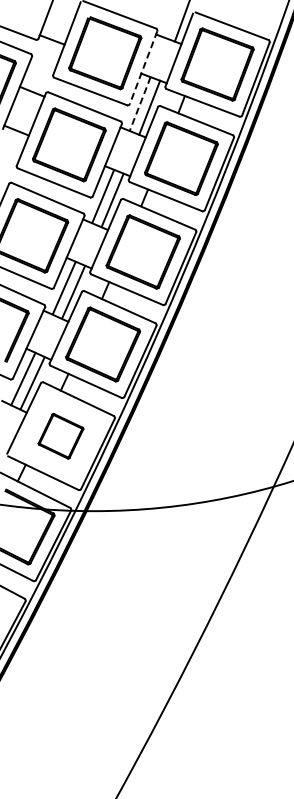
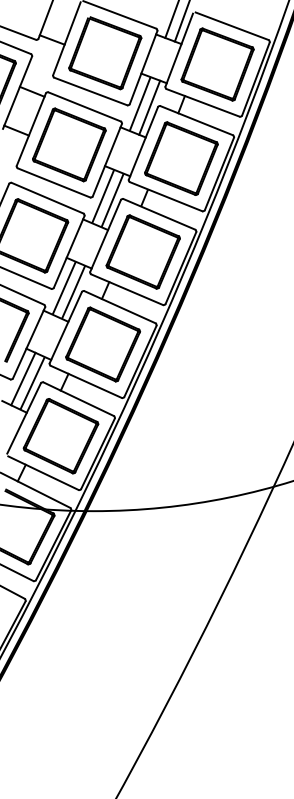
line at (171, 19): none -> present
line at (143, 67): dashed -> solid
line at (140, 104): dashed -> solid
part at (60, 436) size: 48x47 px -> 78x77 px
